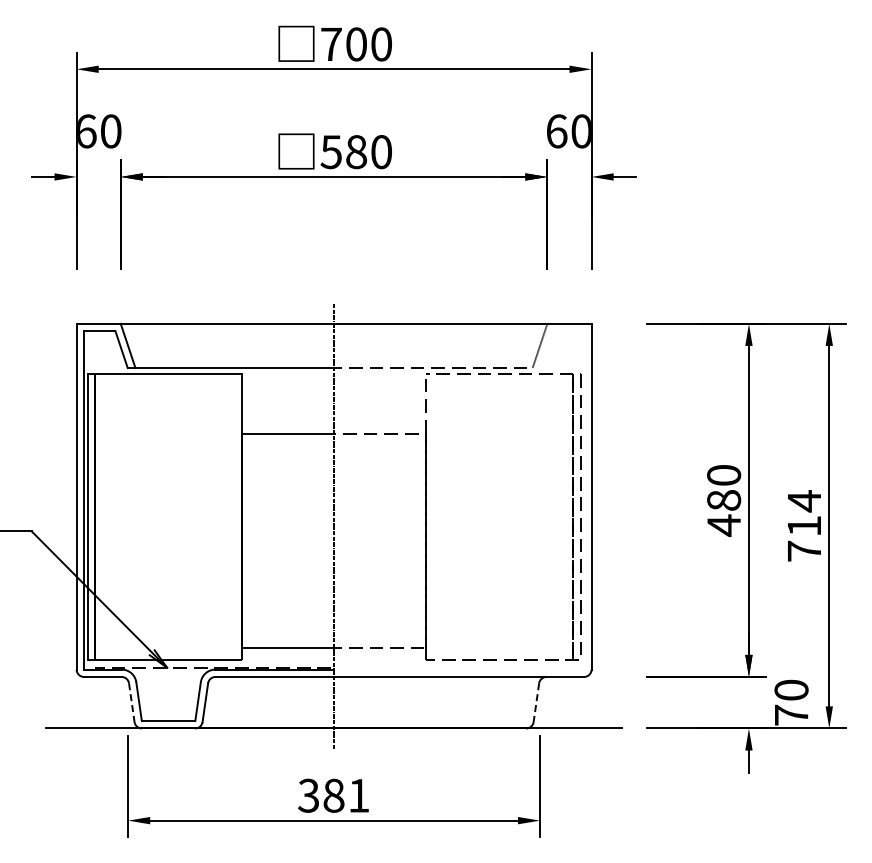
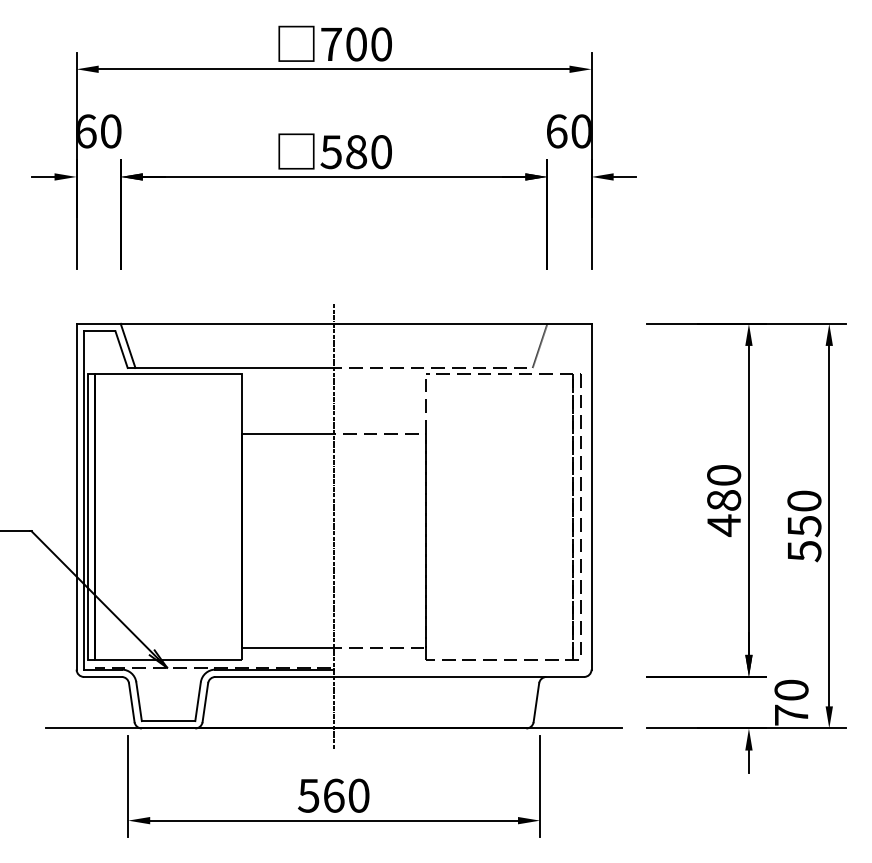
text at (804, 526): 714 -> 550
line at (131, 702): dashed -> solid
line at (536, 702): dashed -> solid
text at (333, 795): 381 -> 560
